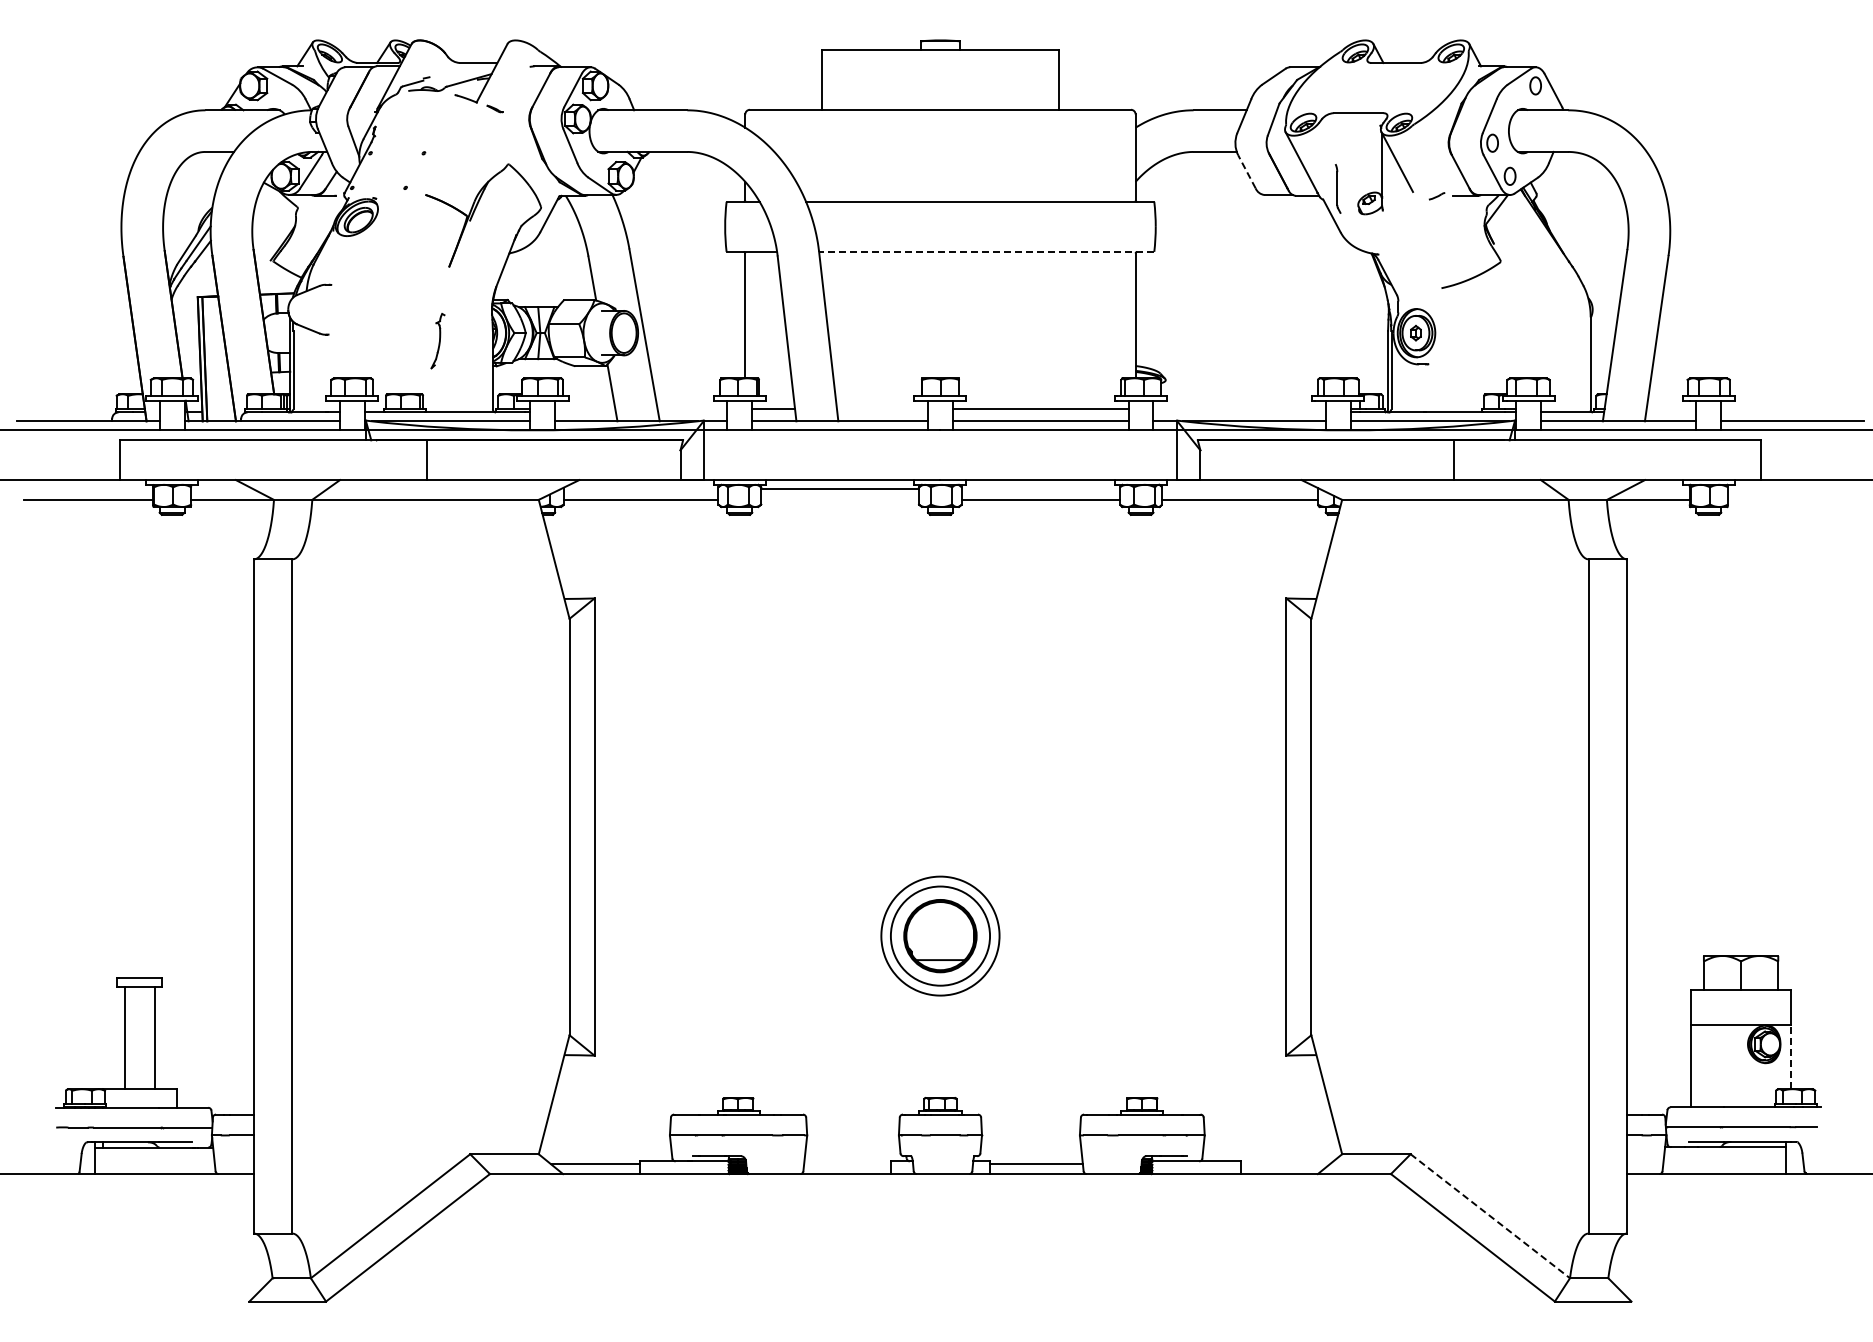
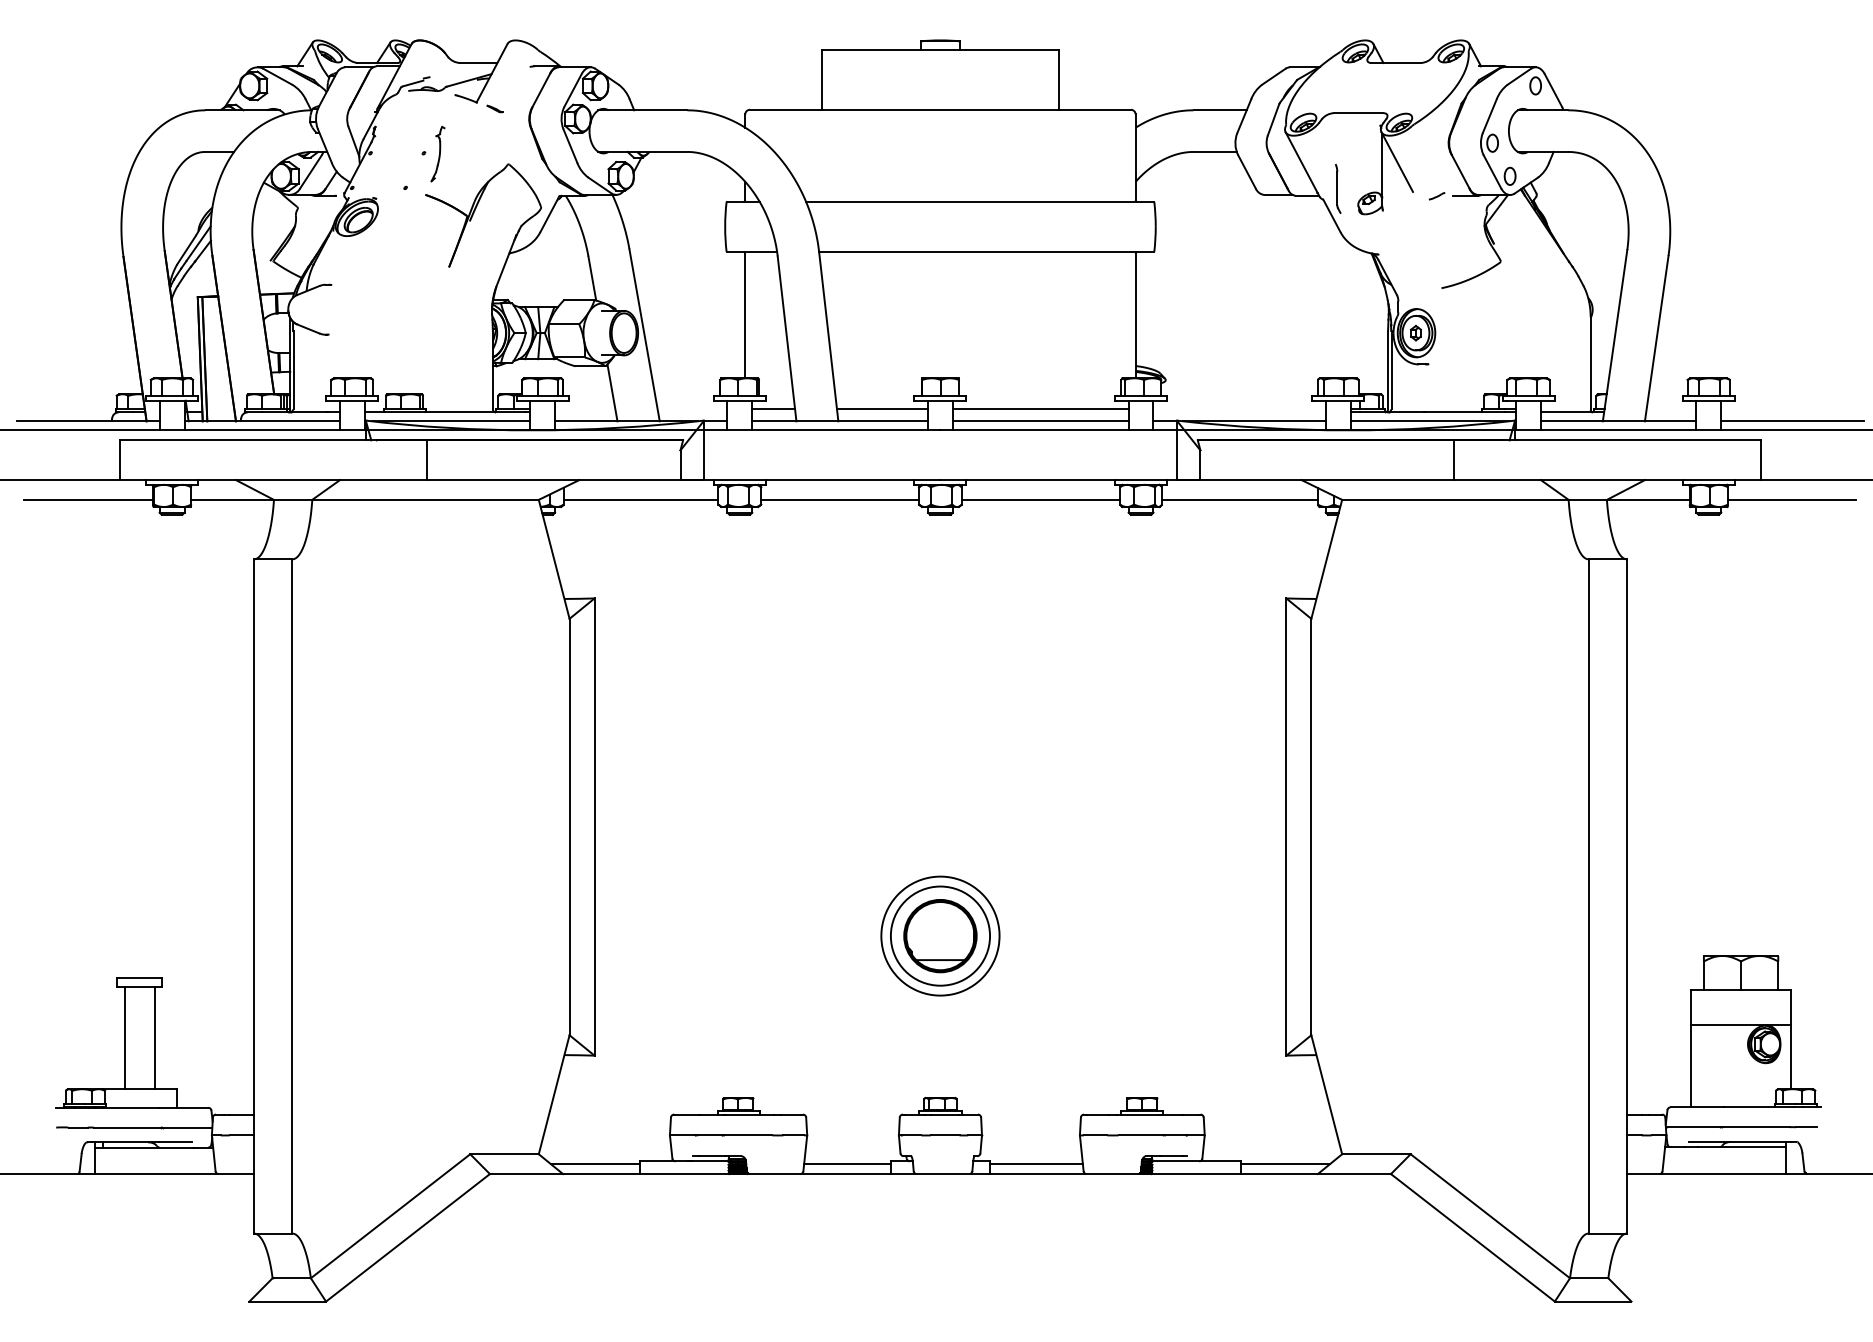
line at (1246, 171): dashed -> solid
line at (986, 251): dashed -> solid
part at (437, 341) position: (437, 341) -> (437, 154)
line at (882, 409): none -> present
line at (840, 488) position: (840, 488) -> (840, 499)
line at (1791, 499): none -> present
line at (1790, 1057): dashed -> solid
line at (847, 1164): none -> present
line at (1285, 1164): none -> present
line at (1490, 1216): dashed -> solid
